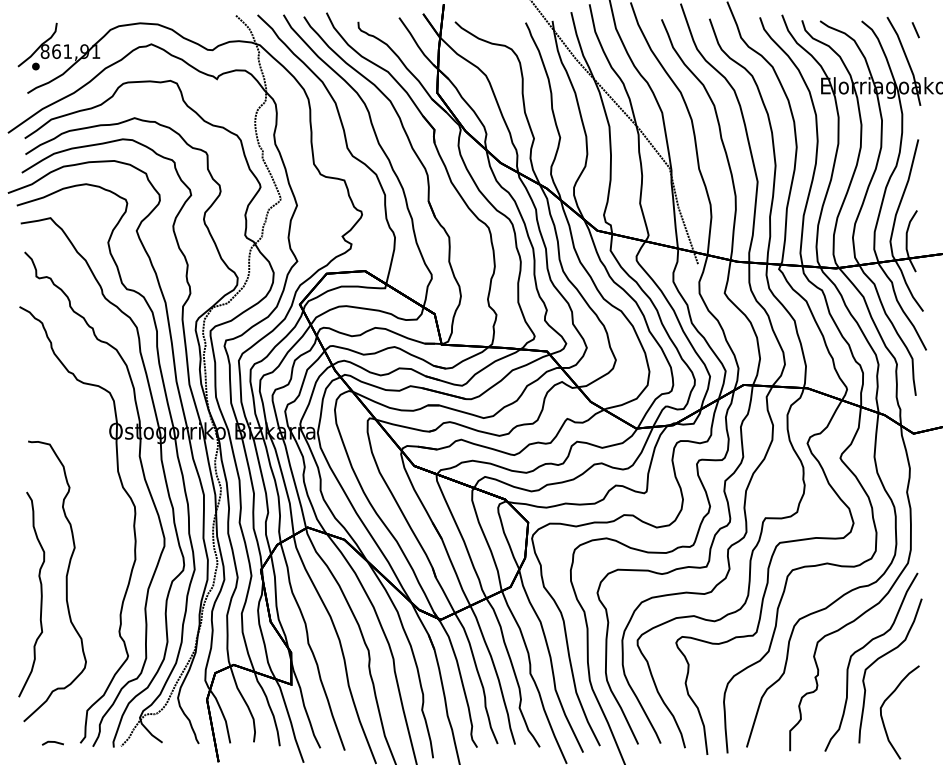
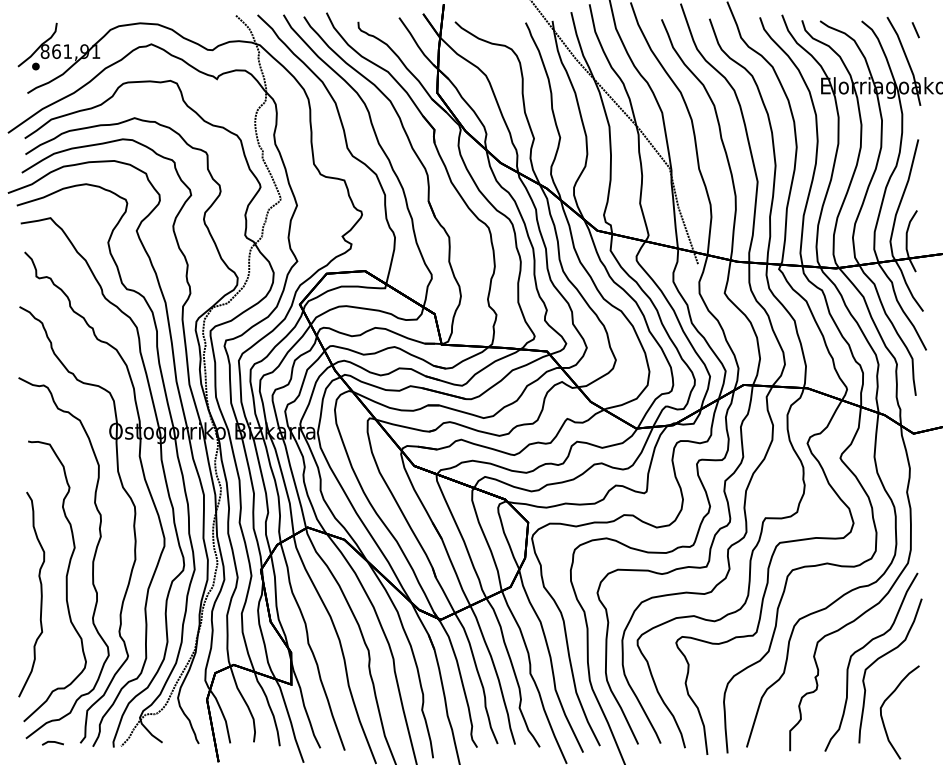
part at (92, 560): none -> present
